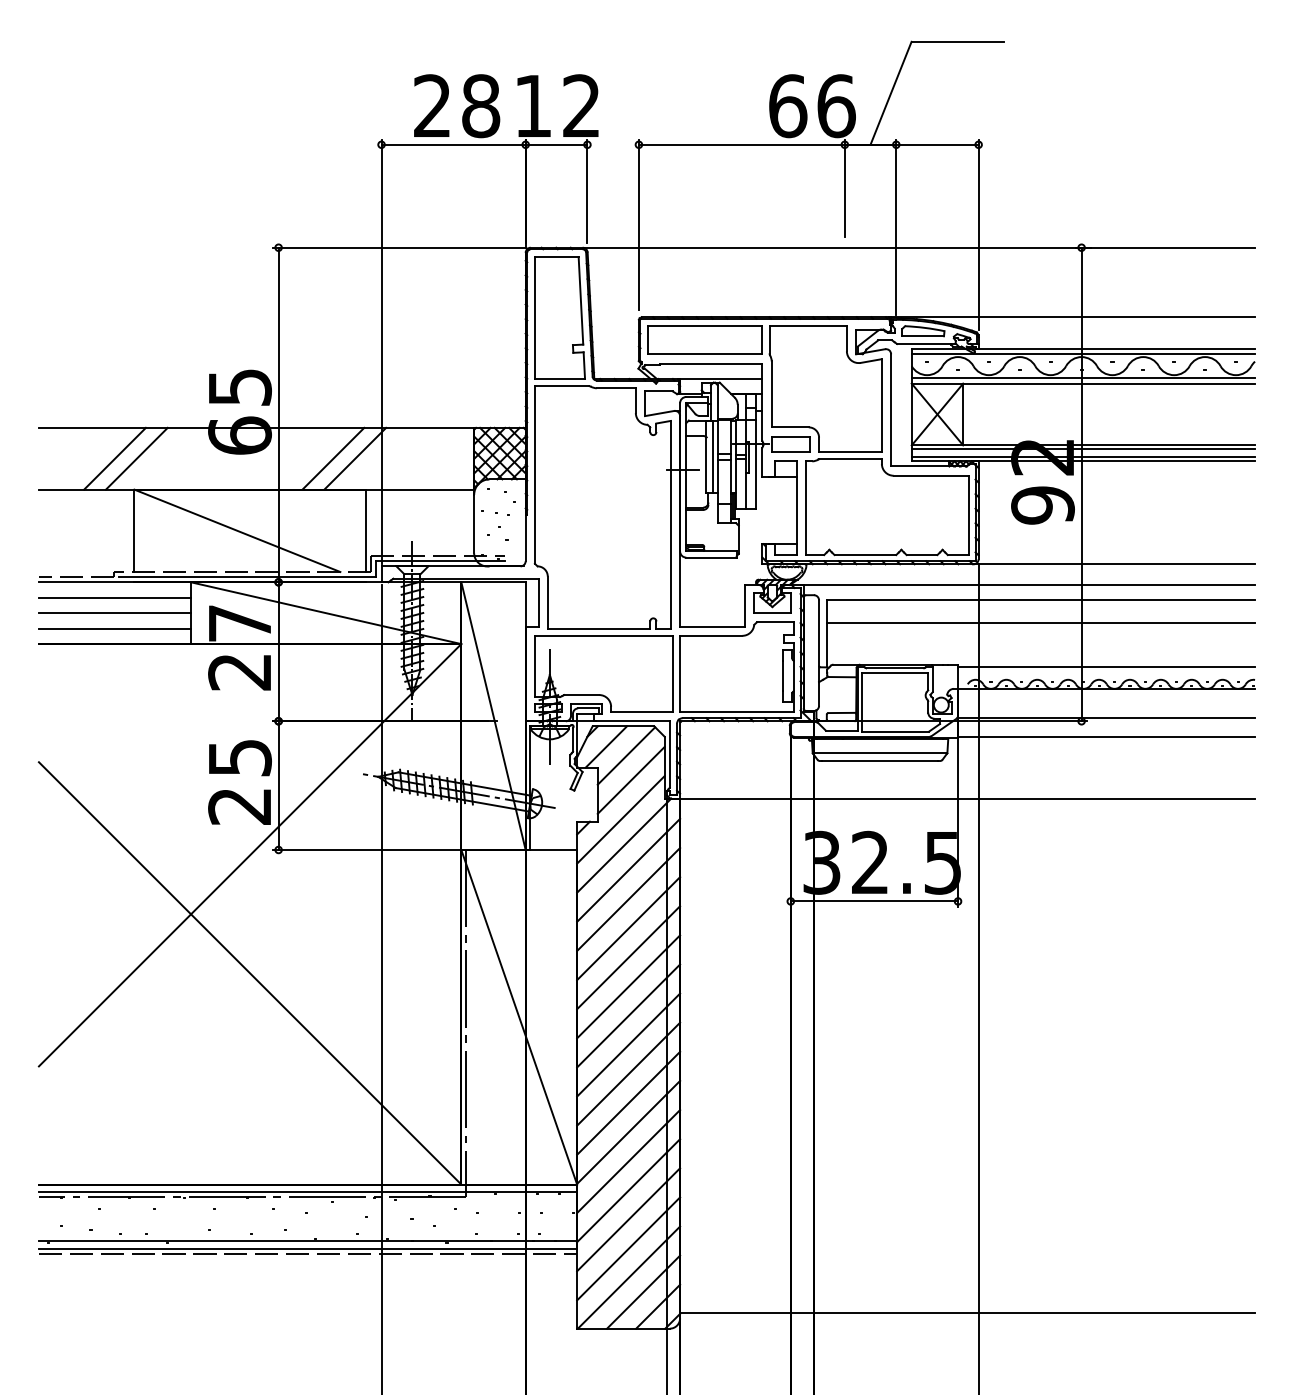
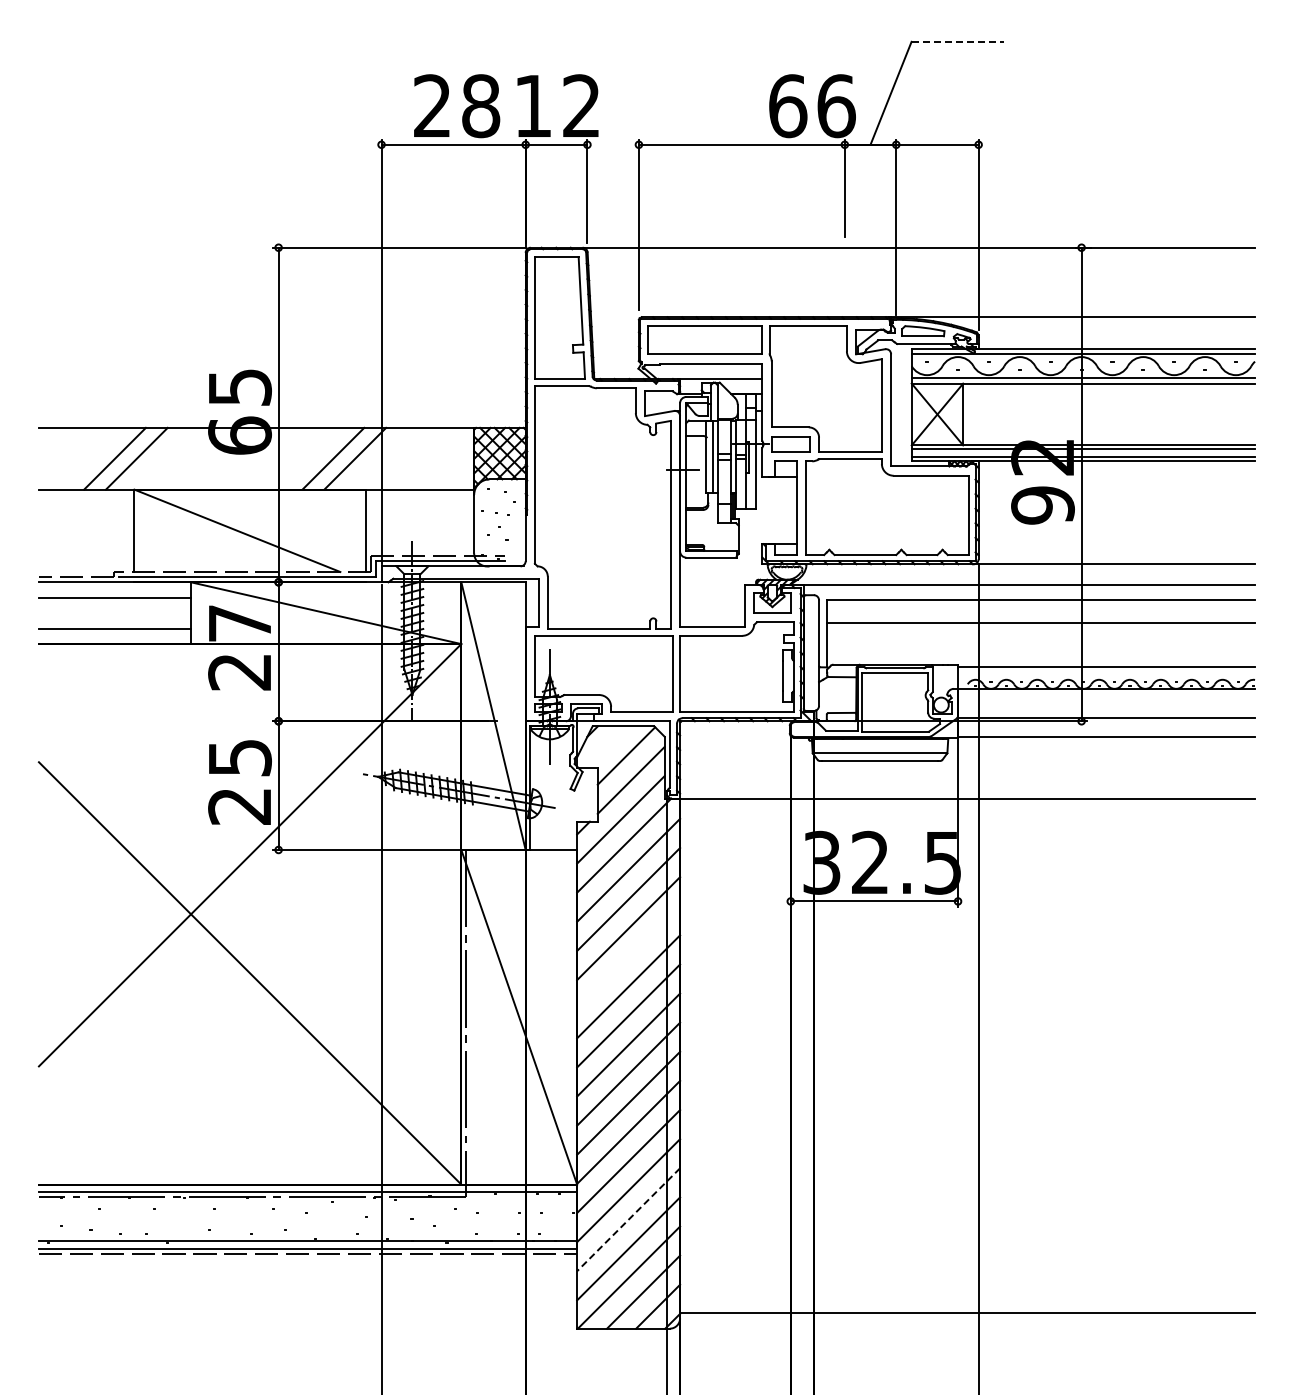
line at (958, 41): solid -> dashed
line at (114, 613): present -> none
line at (605, 746): present -> none
line at (628, 957): present -> none
line at (628, 1219): solid -> dashed
